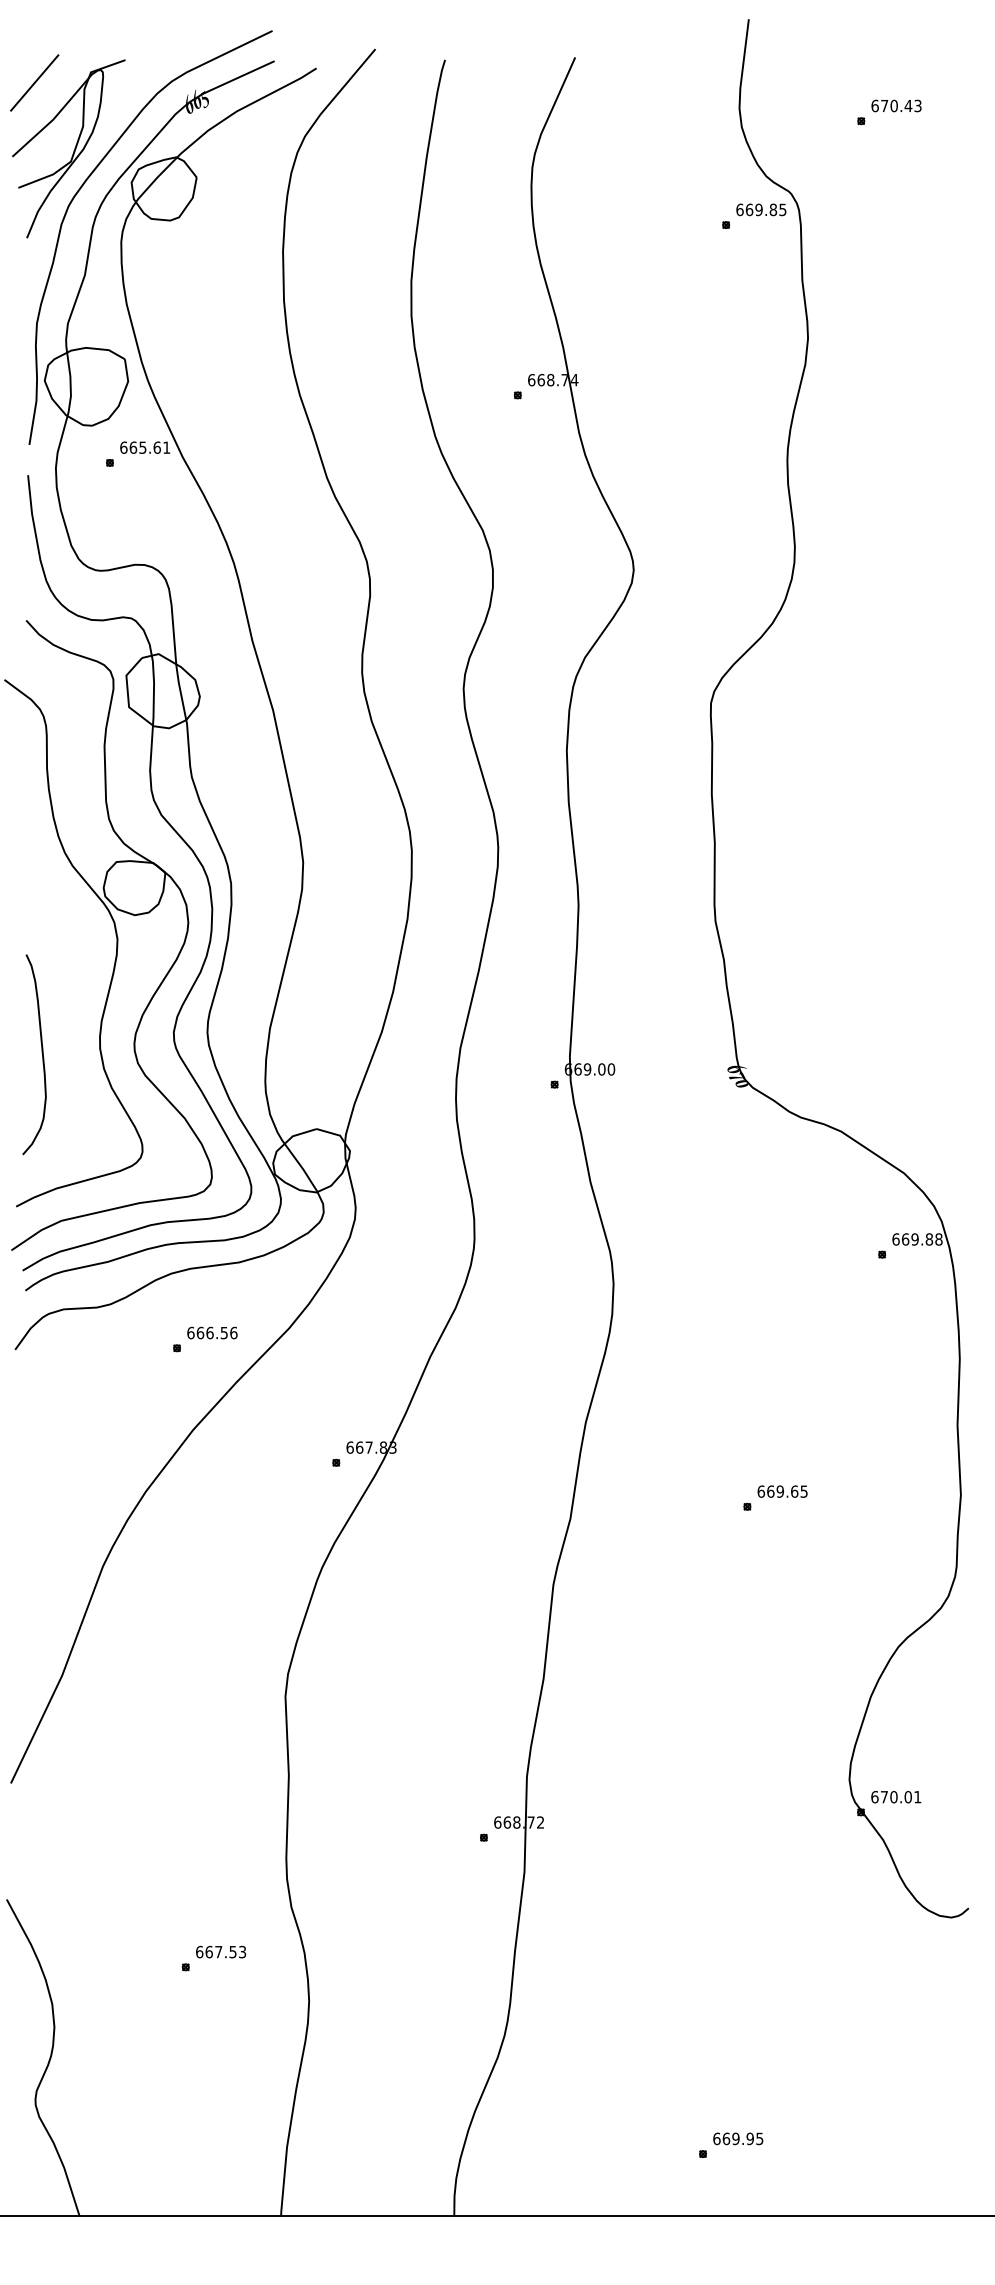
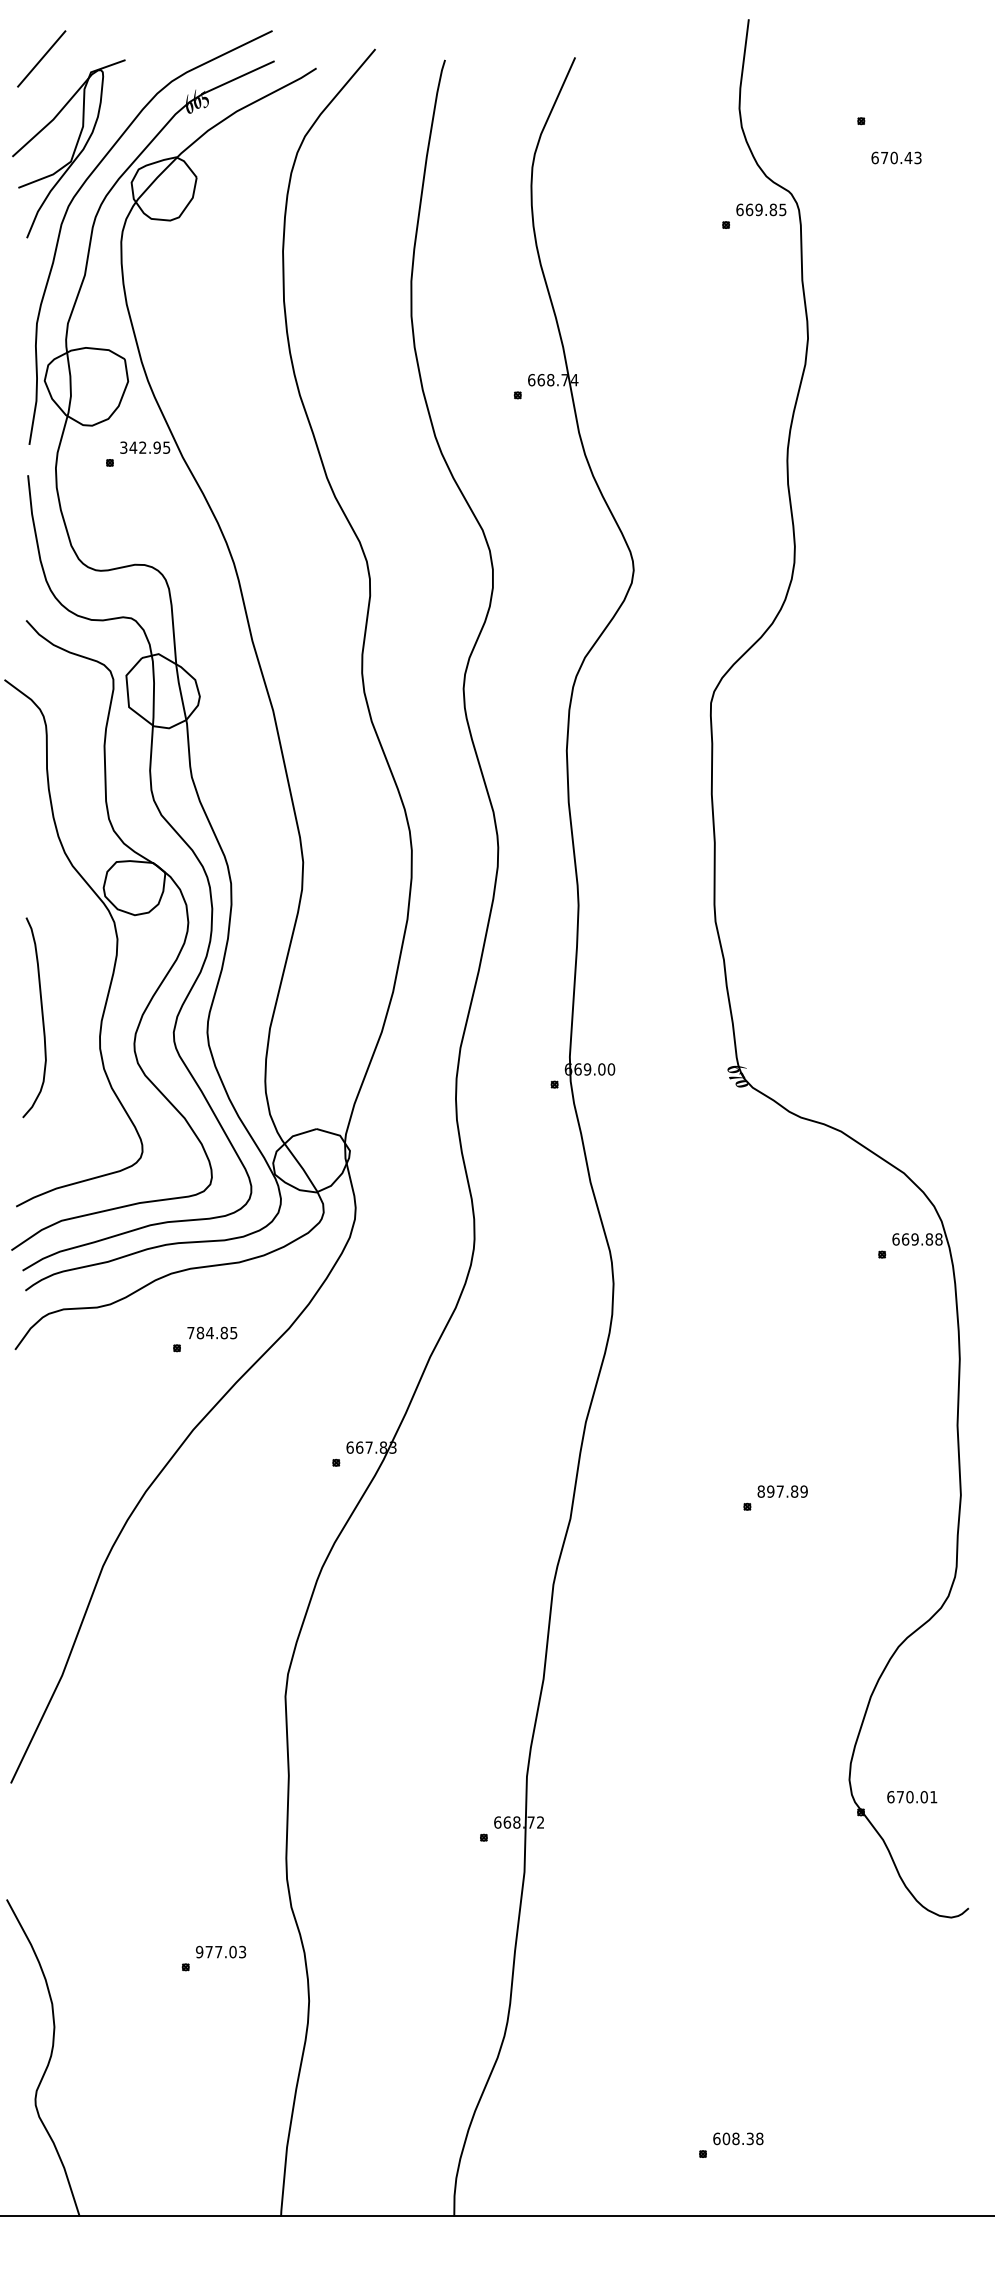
line at (34, 82) position: (34, 82) -> (41, 58)
text at (896, 105) position: (896, 105) -> (896, 157)
text at (145, 447): 665.61 -> 342.95
curve at (41, 1053) position: (41, 1053) -> (41, 1016)
text at (212, 1332): 666.56 -> 784.85
text at (782, 1491): 669.65 -> 897.89
text at (896, 1797) position: (896, 1797) -> (912, 1797)
text at (216, 1951): 667.53 -> 977.03
text at (743, 2138): 669.95 -> 608.38
